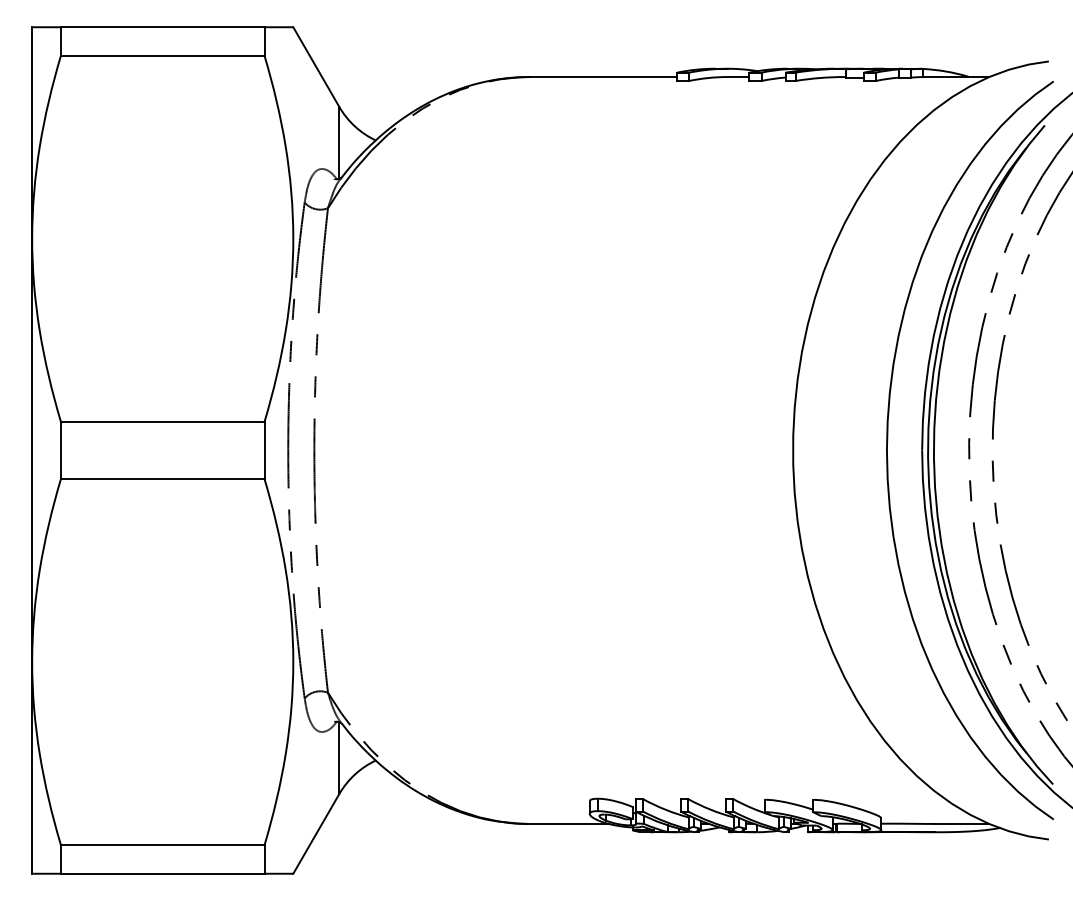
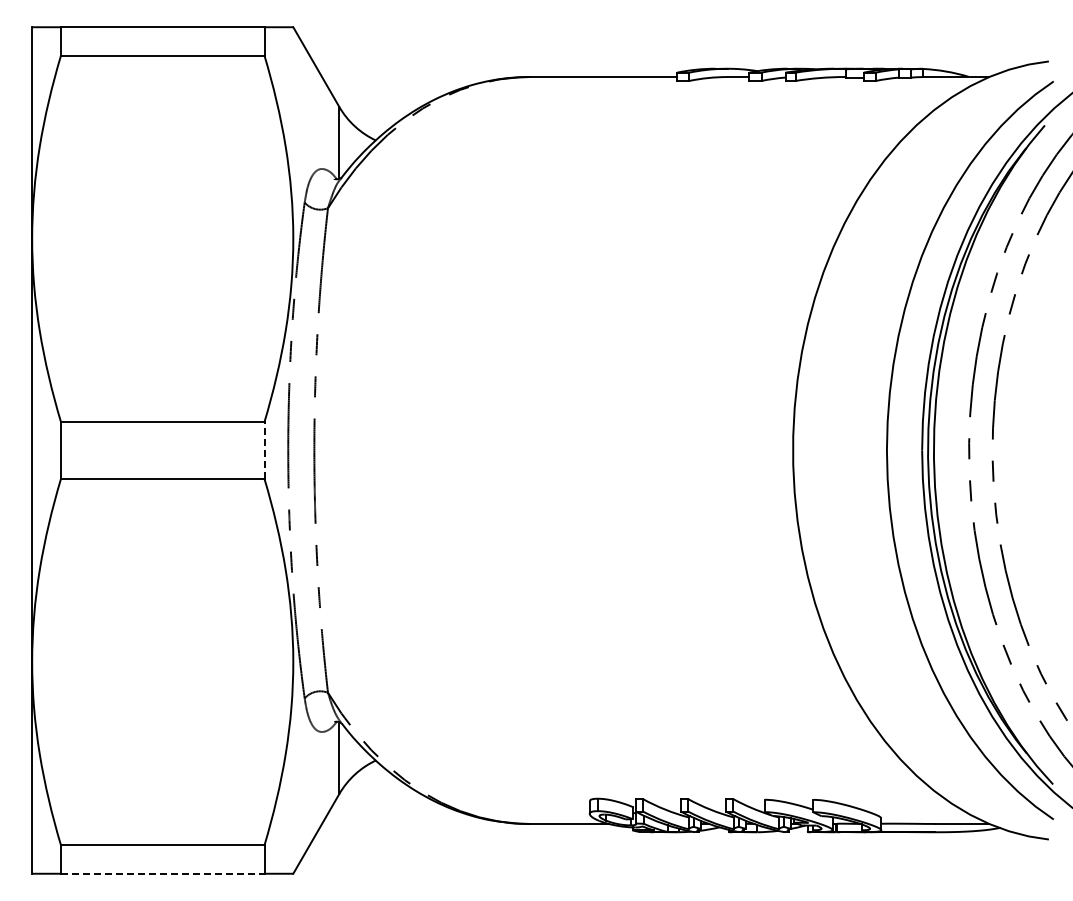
line at (264, 450): solid -> dashed
line at (162, 873): solid -> dashed
